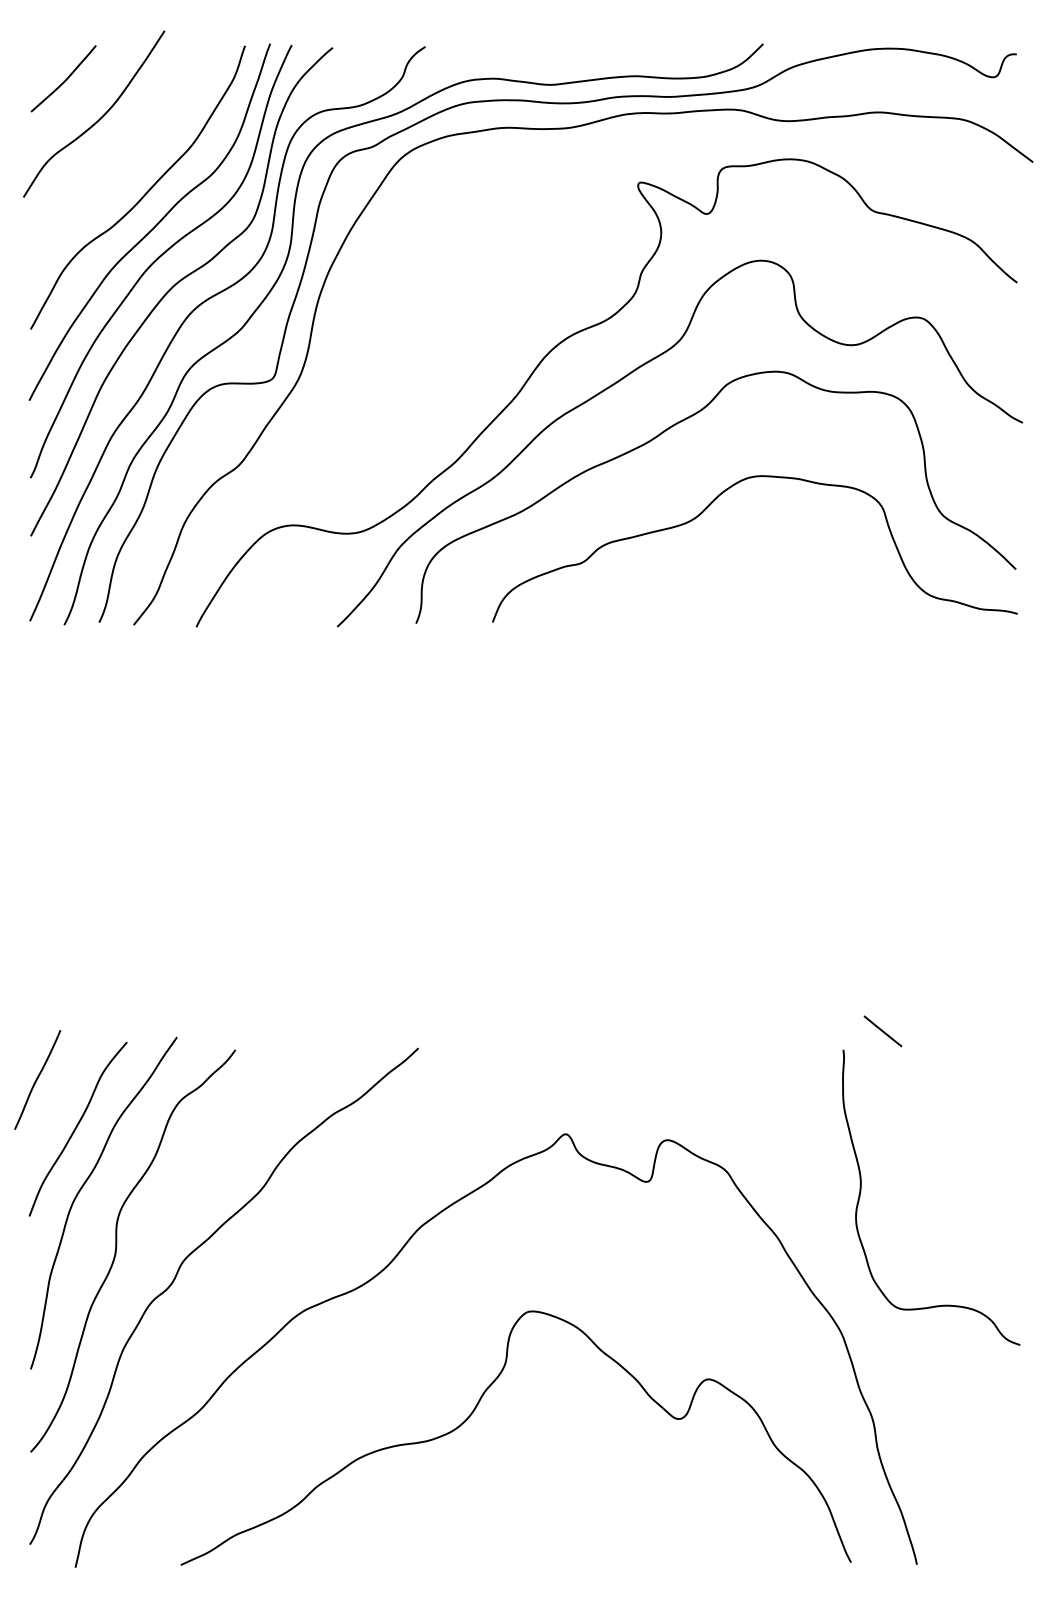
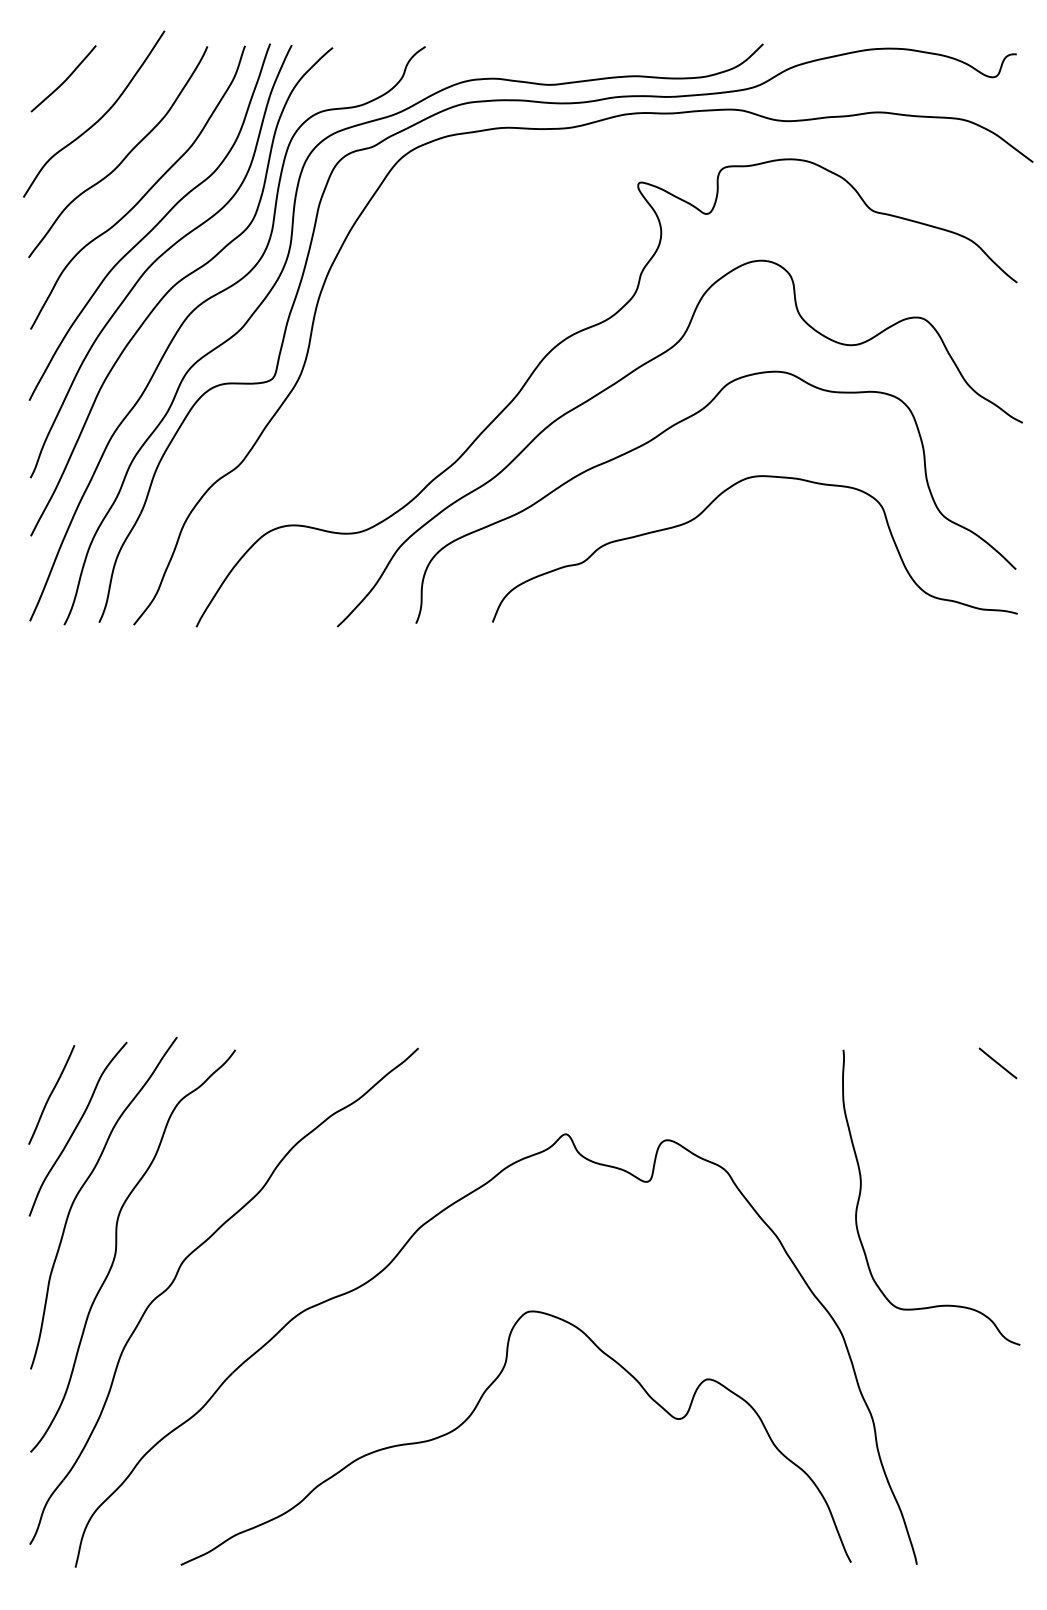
curve at (124, 157): none -> present
line at (882, 1031) position: (882, 1031) -> (997, 1063)
curve at (37, 1079) position: (37, 1079) -> (51, 1094)
